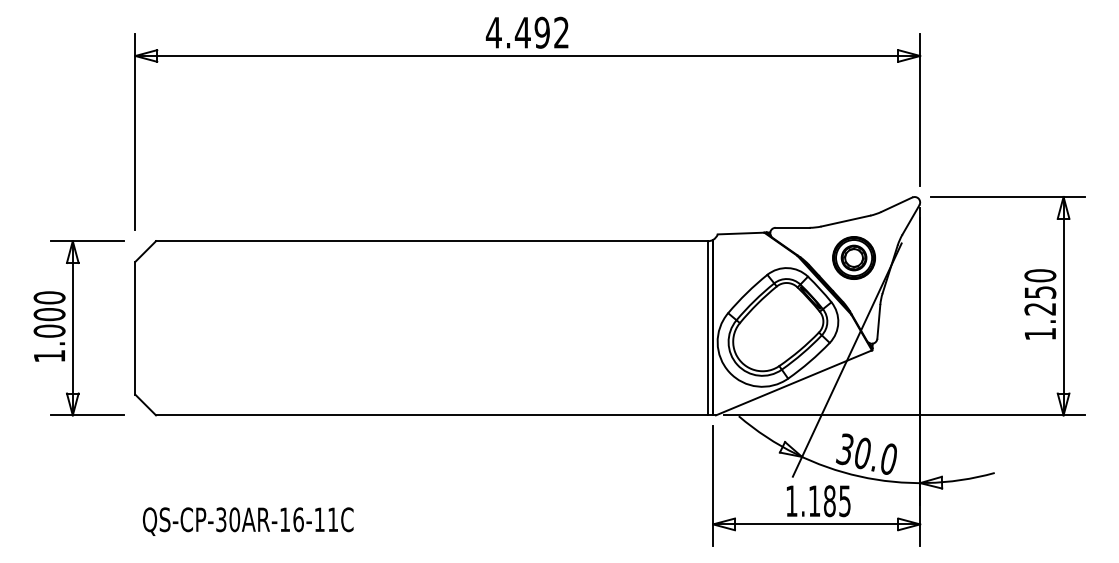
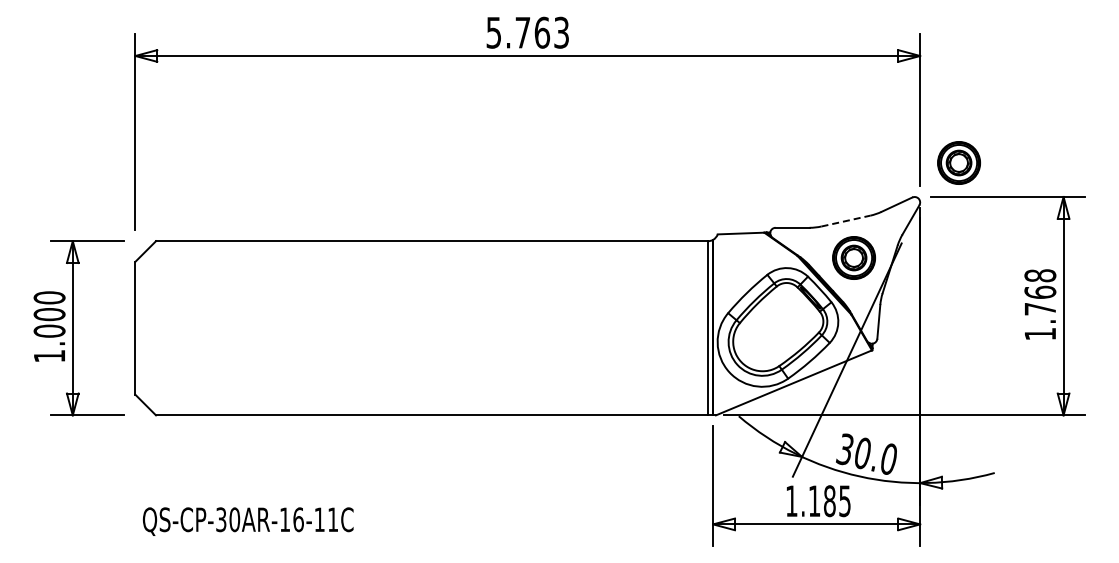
text at (526, 32): 4.492 -> 5.763
part at (958, 162): none -> present
line at (845, 221): solid -> dashed
text at (1040, 292): 1.250 -> 1.768
